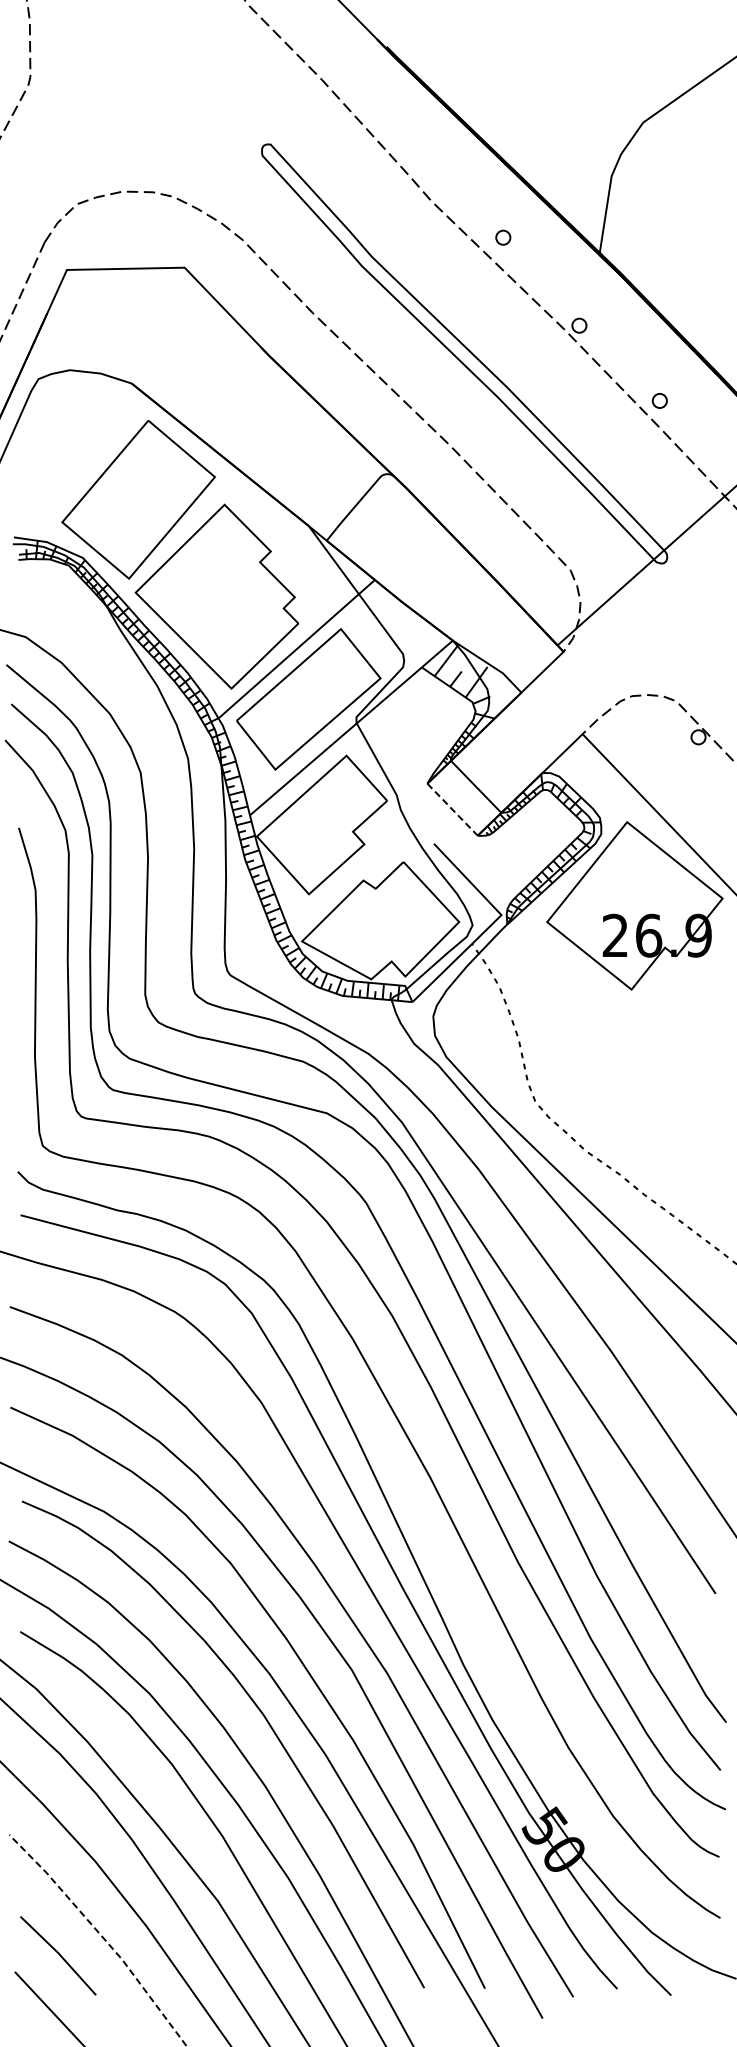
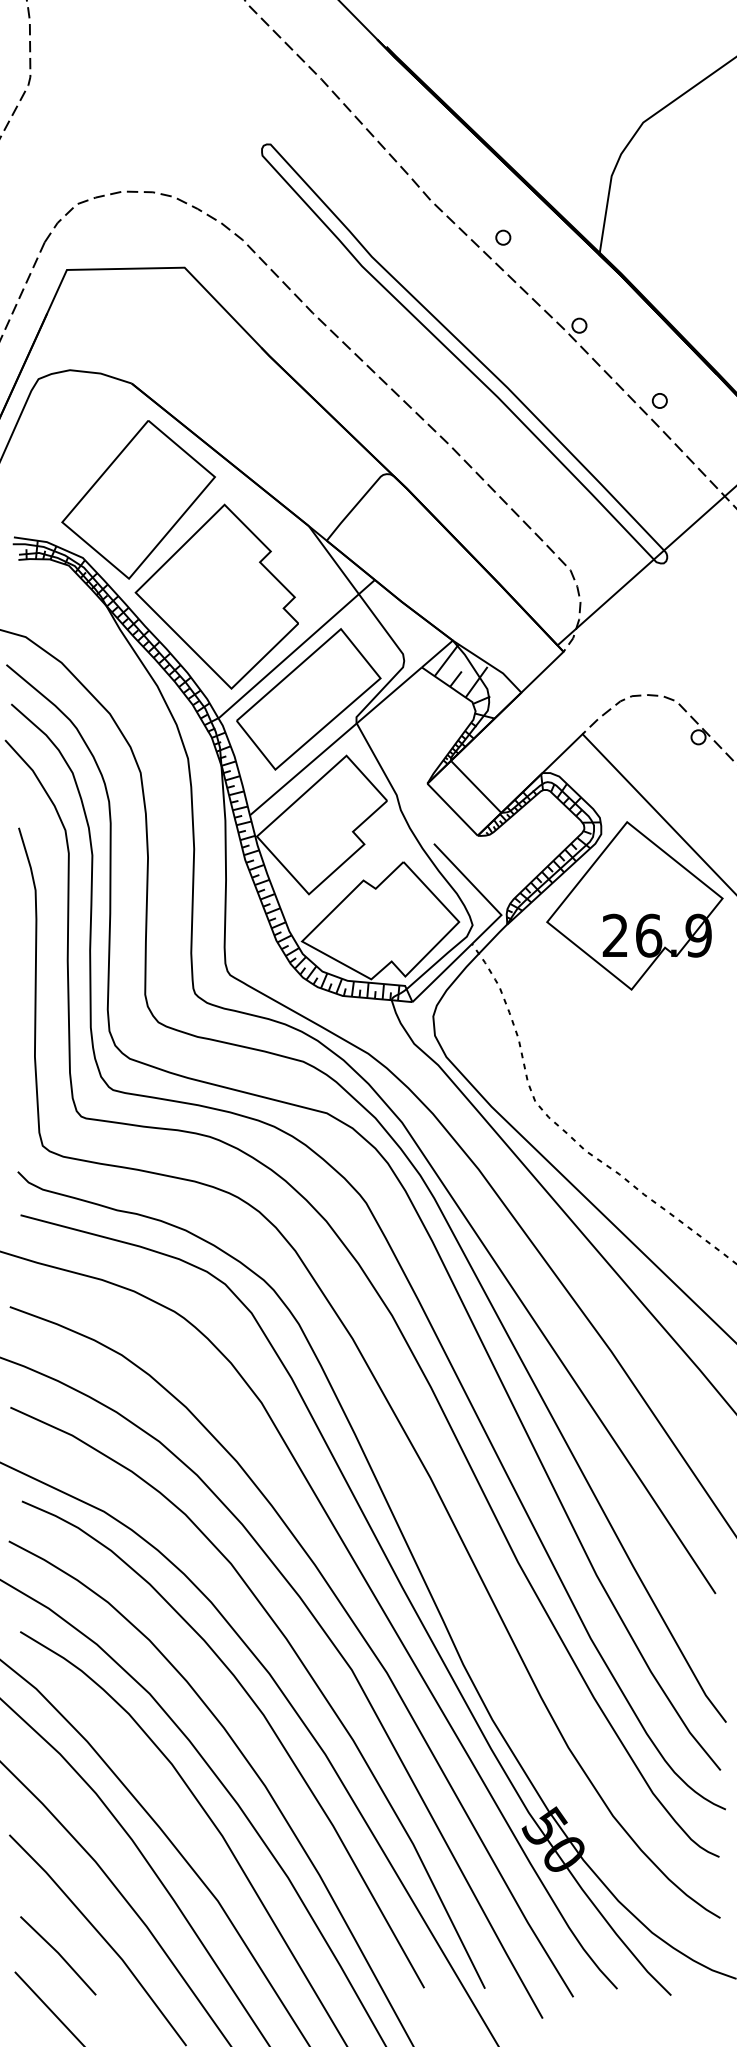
line at (452, 810): dashed -> solid
line at (101, 1936): dashed -> solid
